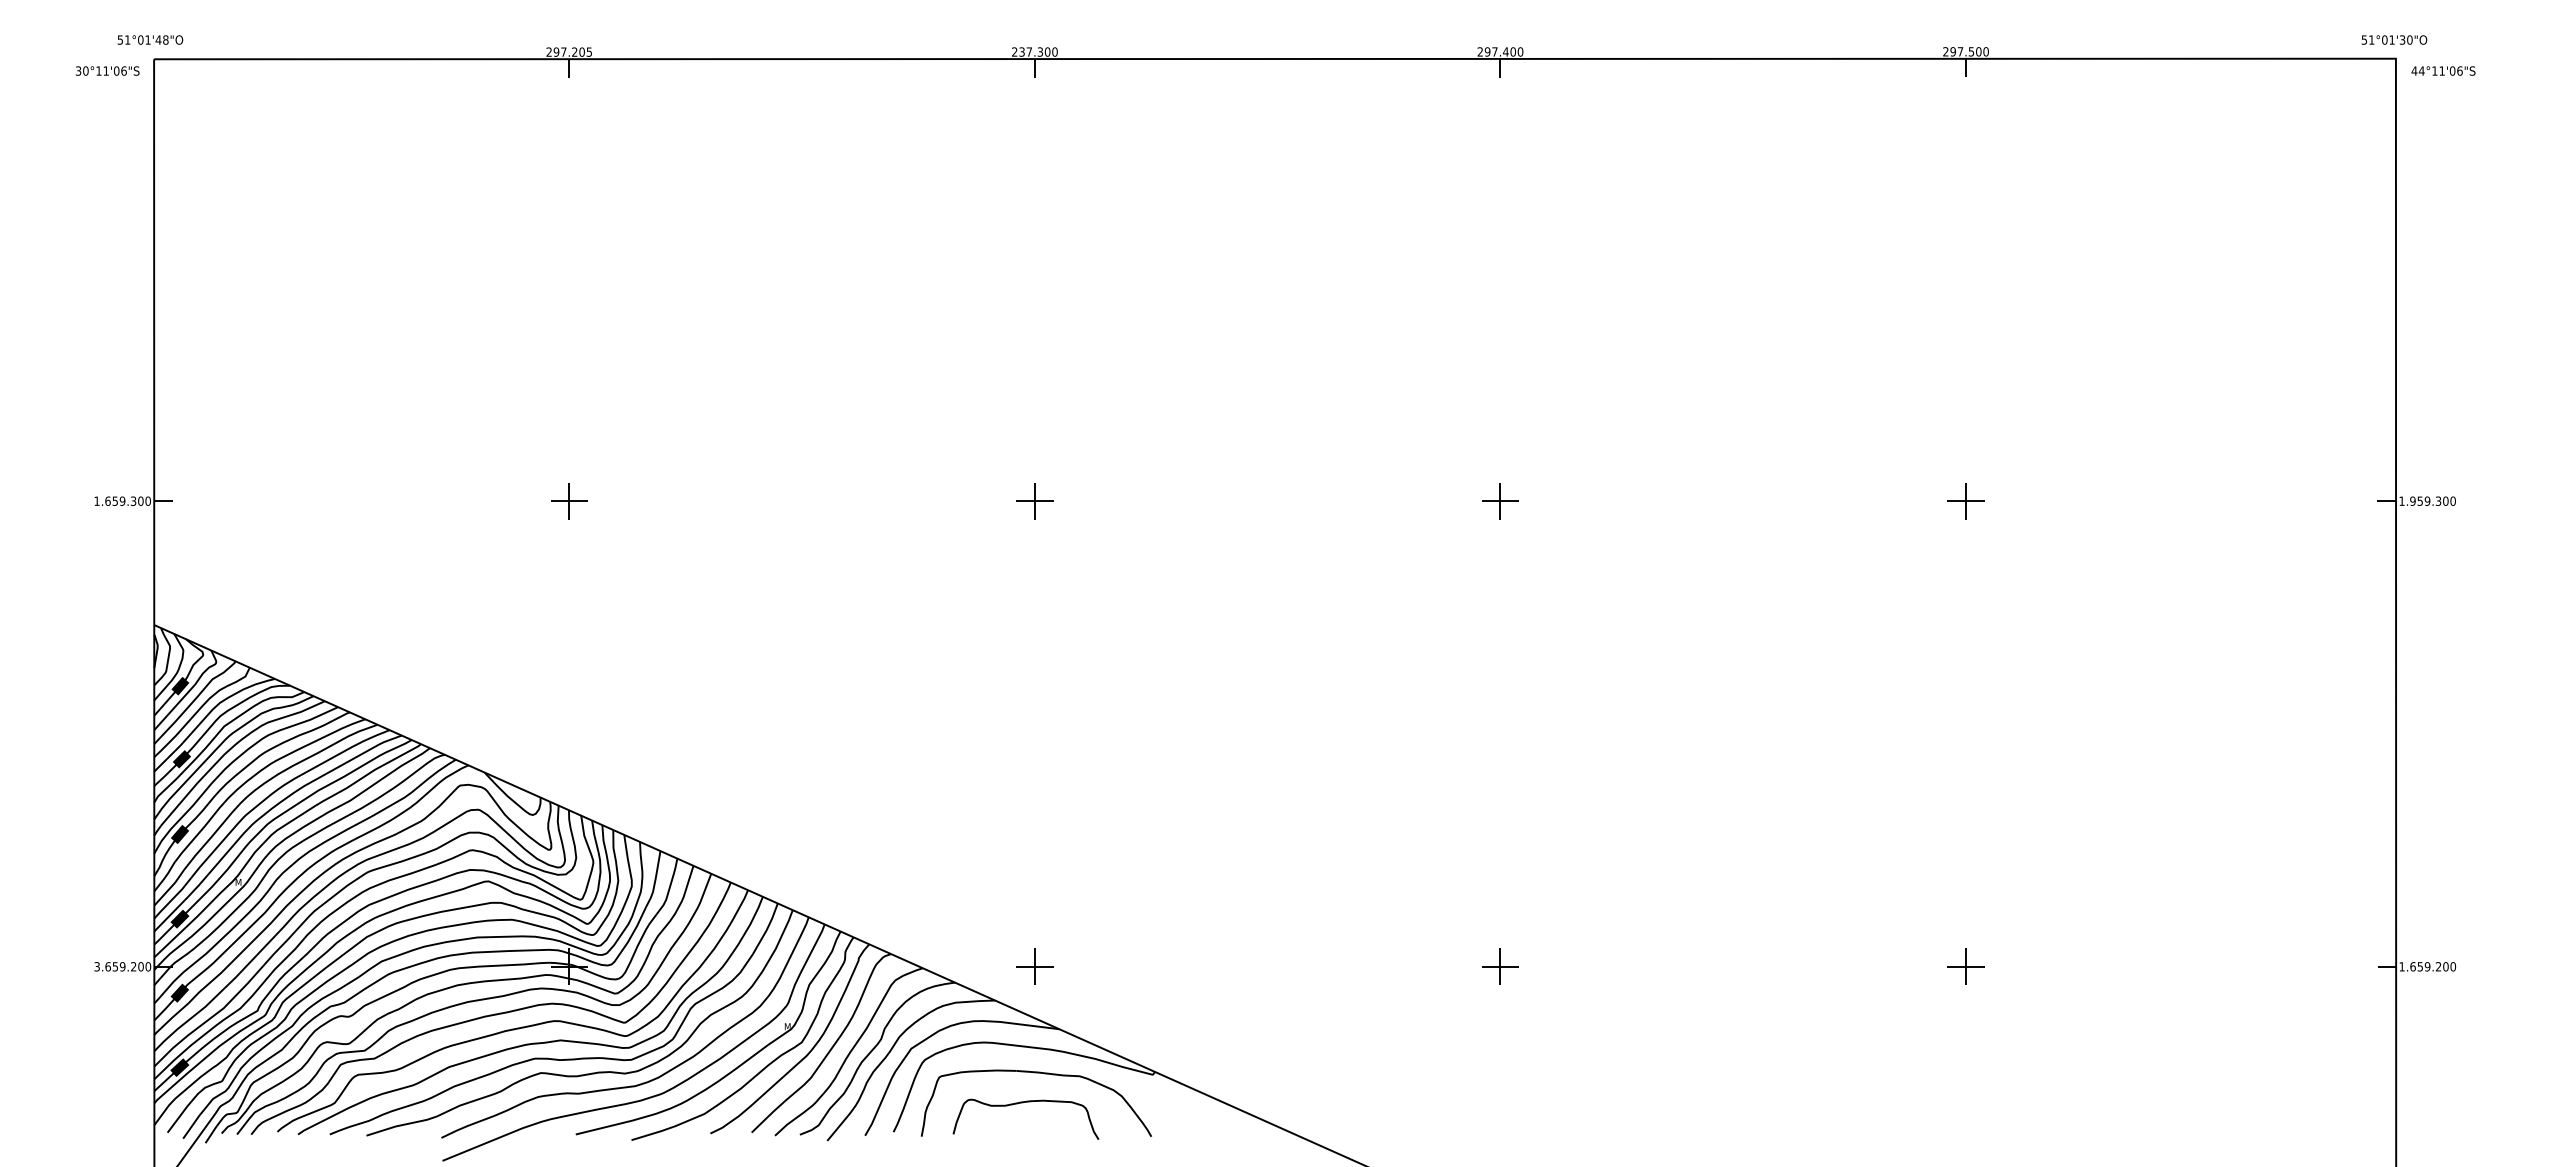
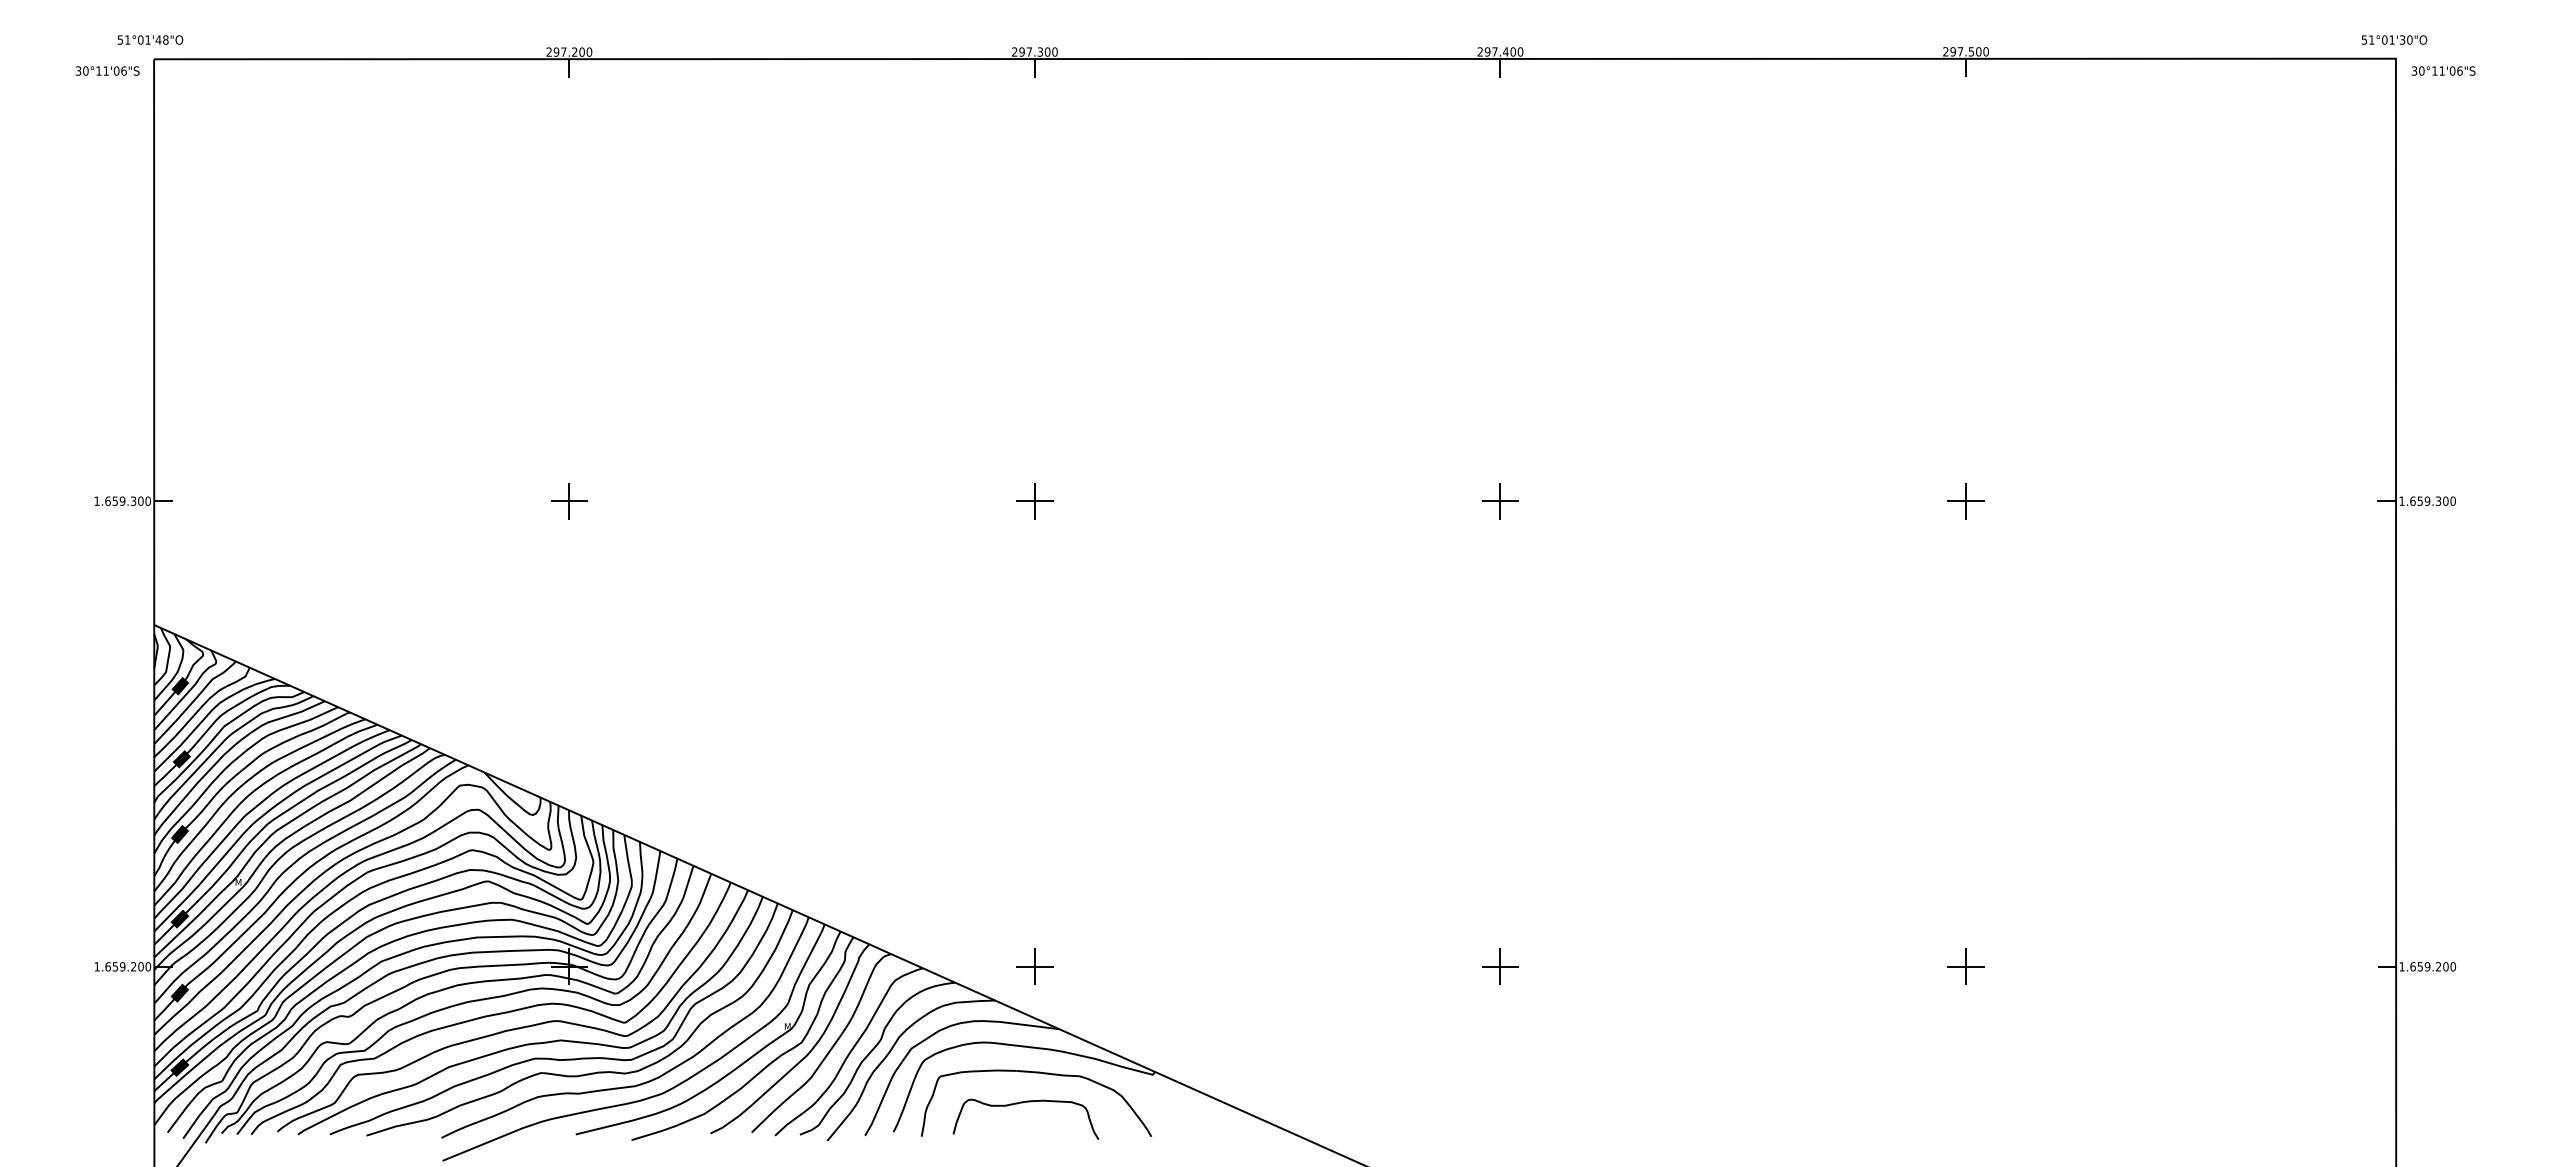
text at (589, 51): 297.205 -> 297.200
text at (1021, 51): 237.300 -> 297.300
text at (2417, 70): 44°11'06"S -> 30°11'06"S
text at (2412, 500): 1.959.300 -> 1.659.300
text at (96, 966): 3.659.200 -> 1.659.200
